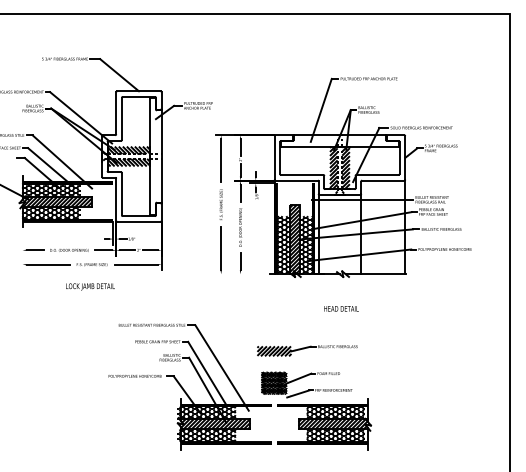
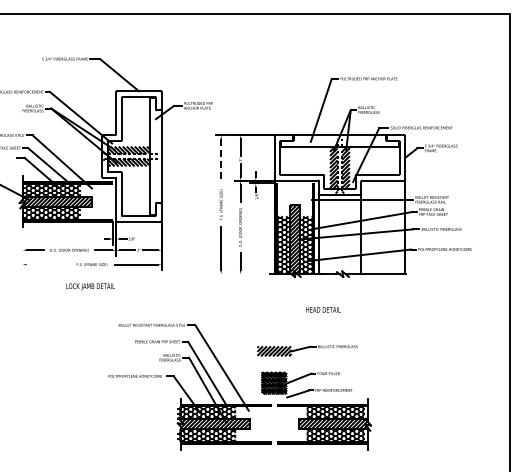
line at (221, 160): solid -> dashed
line at (47, 264): present -> none
text at (341, 308) position: (341, 308) -> (323, 309)
